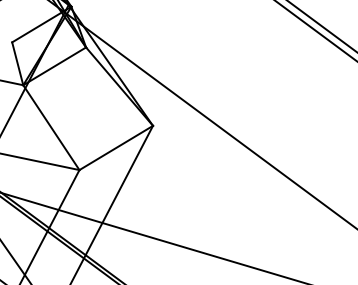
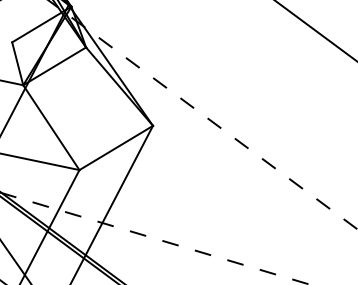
line at (321, 26): present -> none
line at (202, 114): solid -> dashed
line at (156, 238): solid -> dashed
